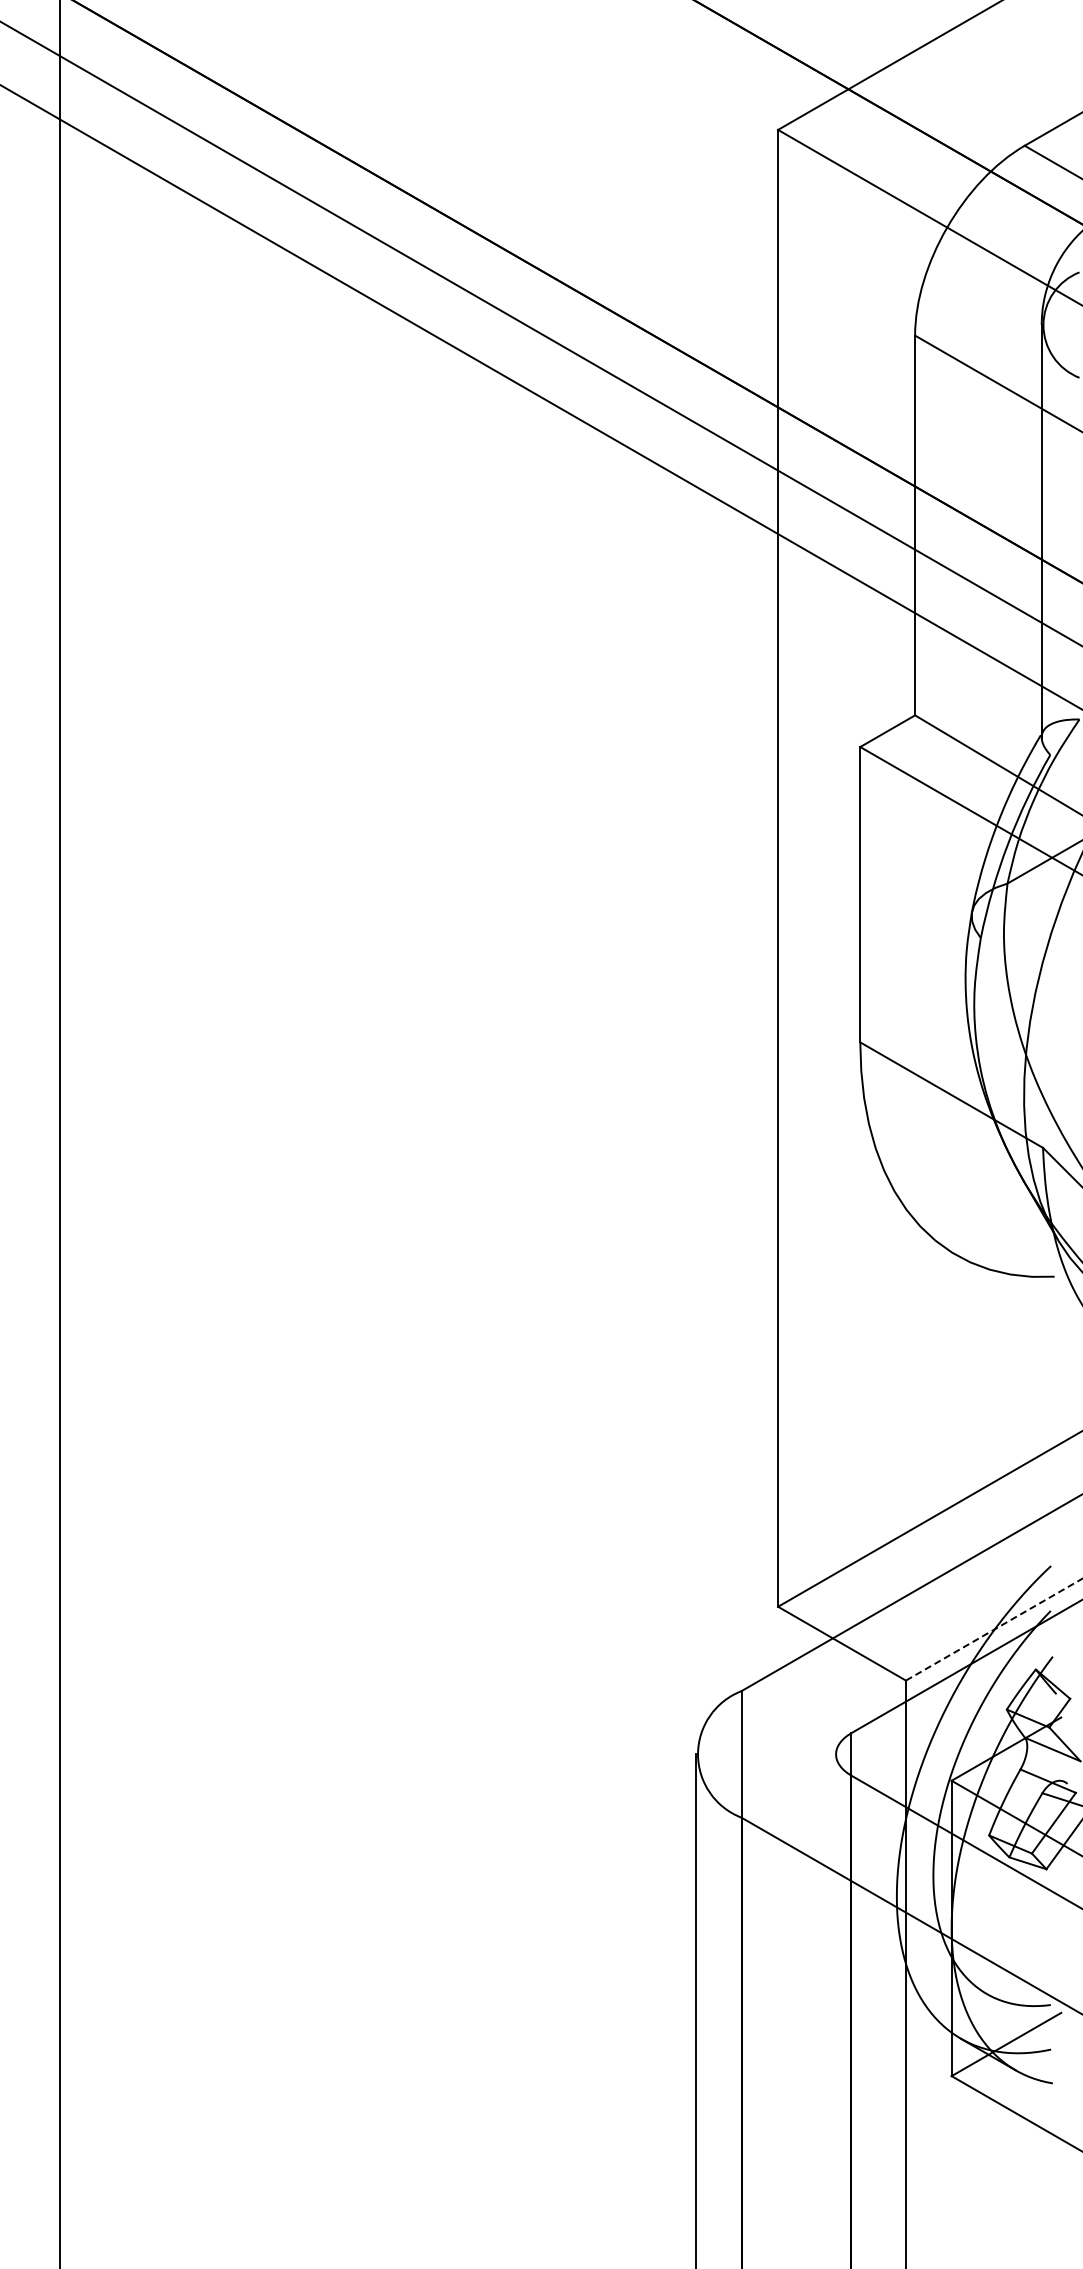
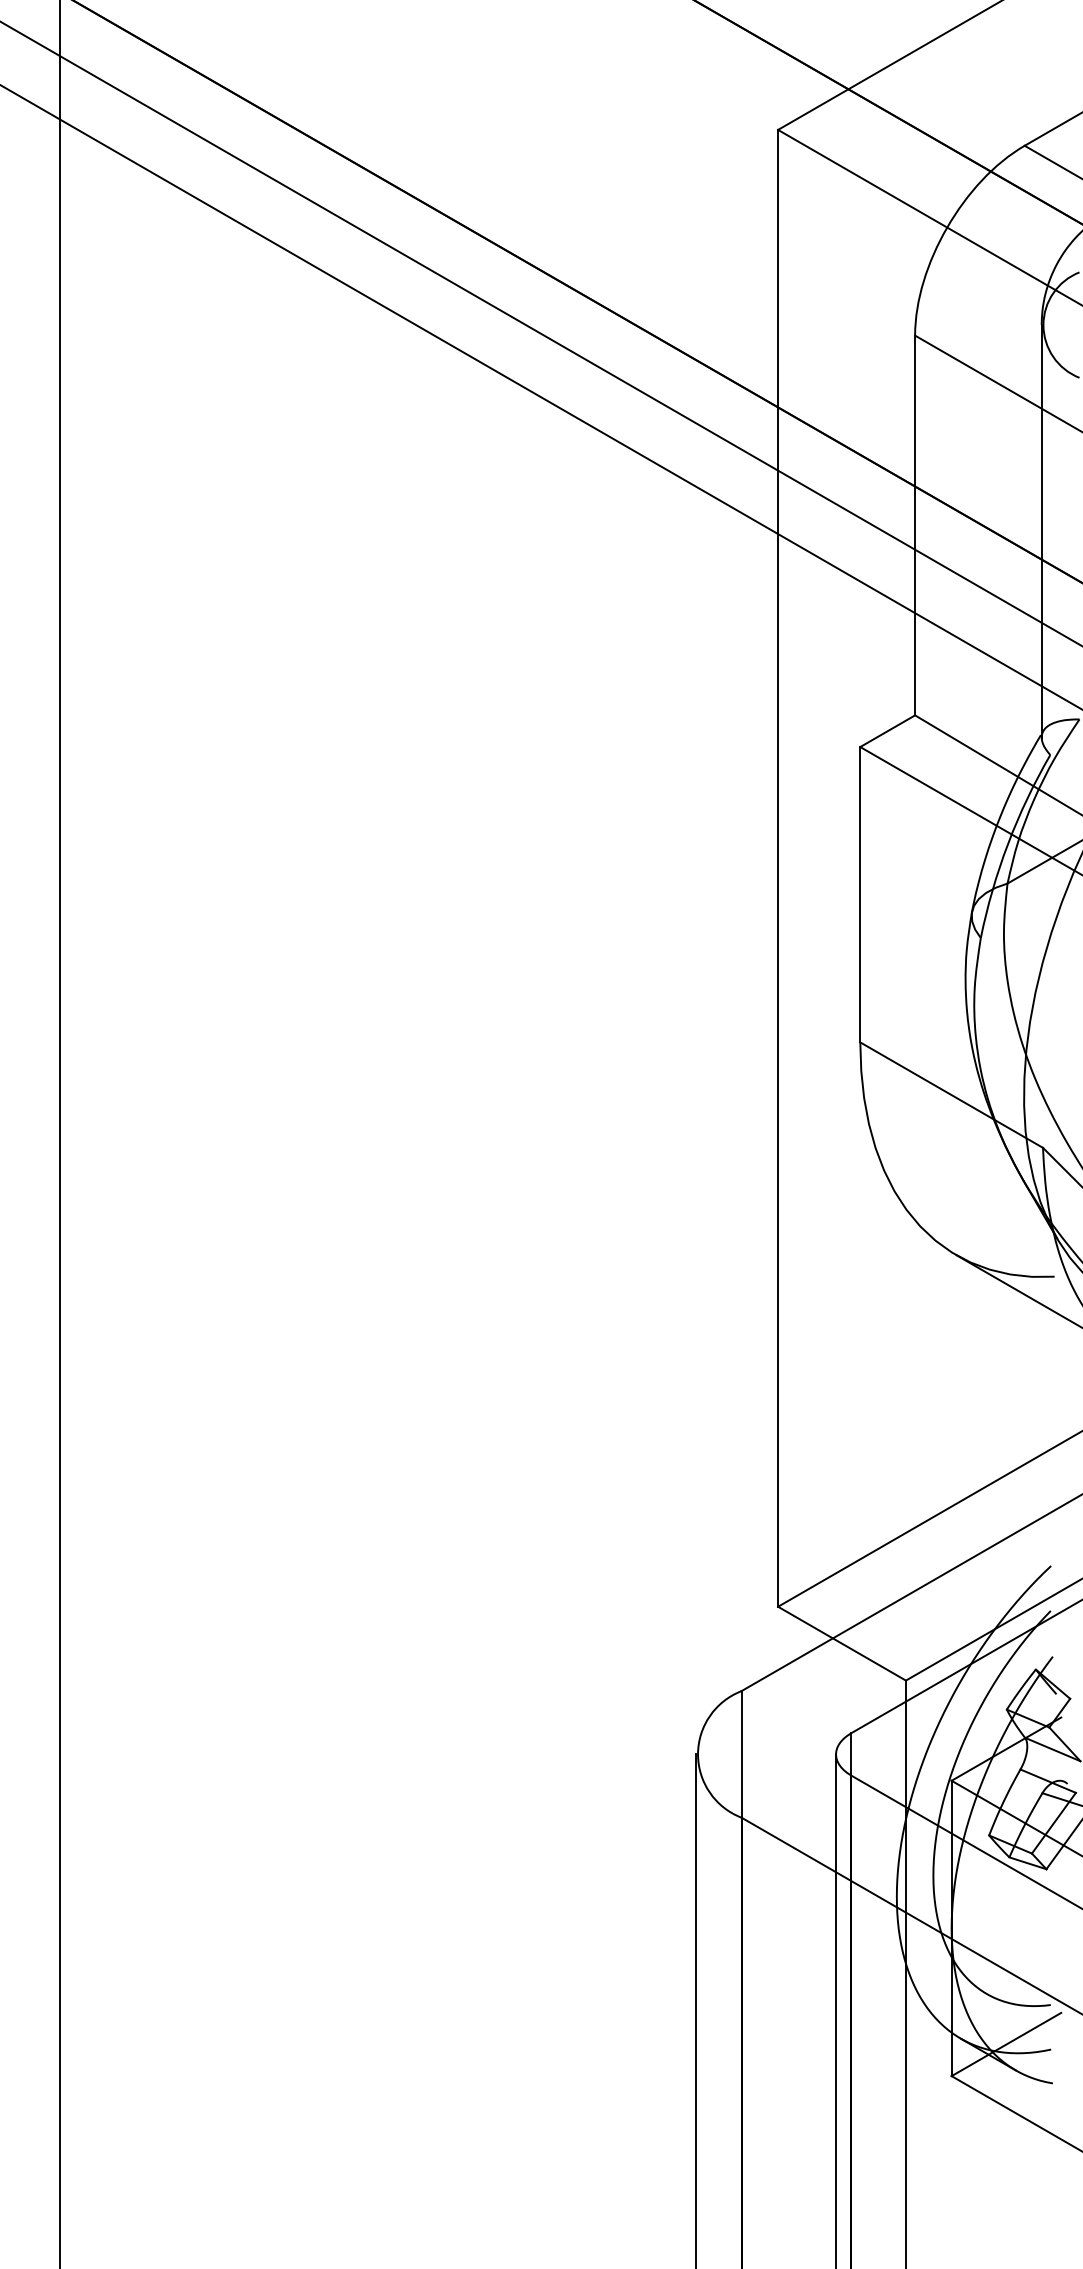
line at (1017, 1290): none -> present
line at (994, 1629): dashed -> solid
line at (836, 2009): none -> present
